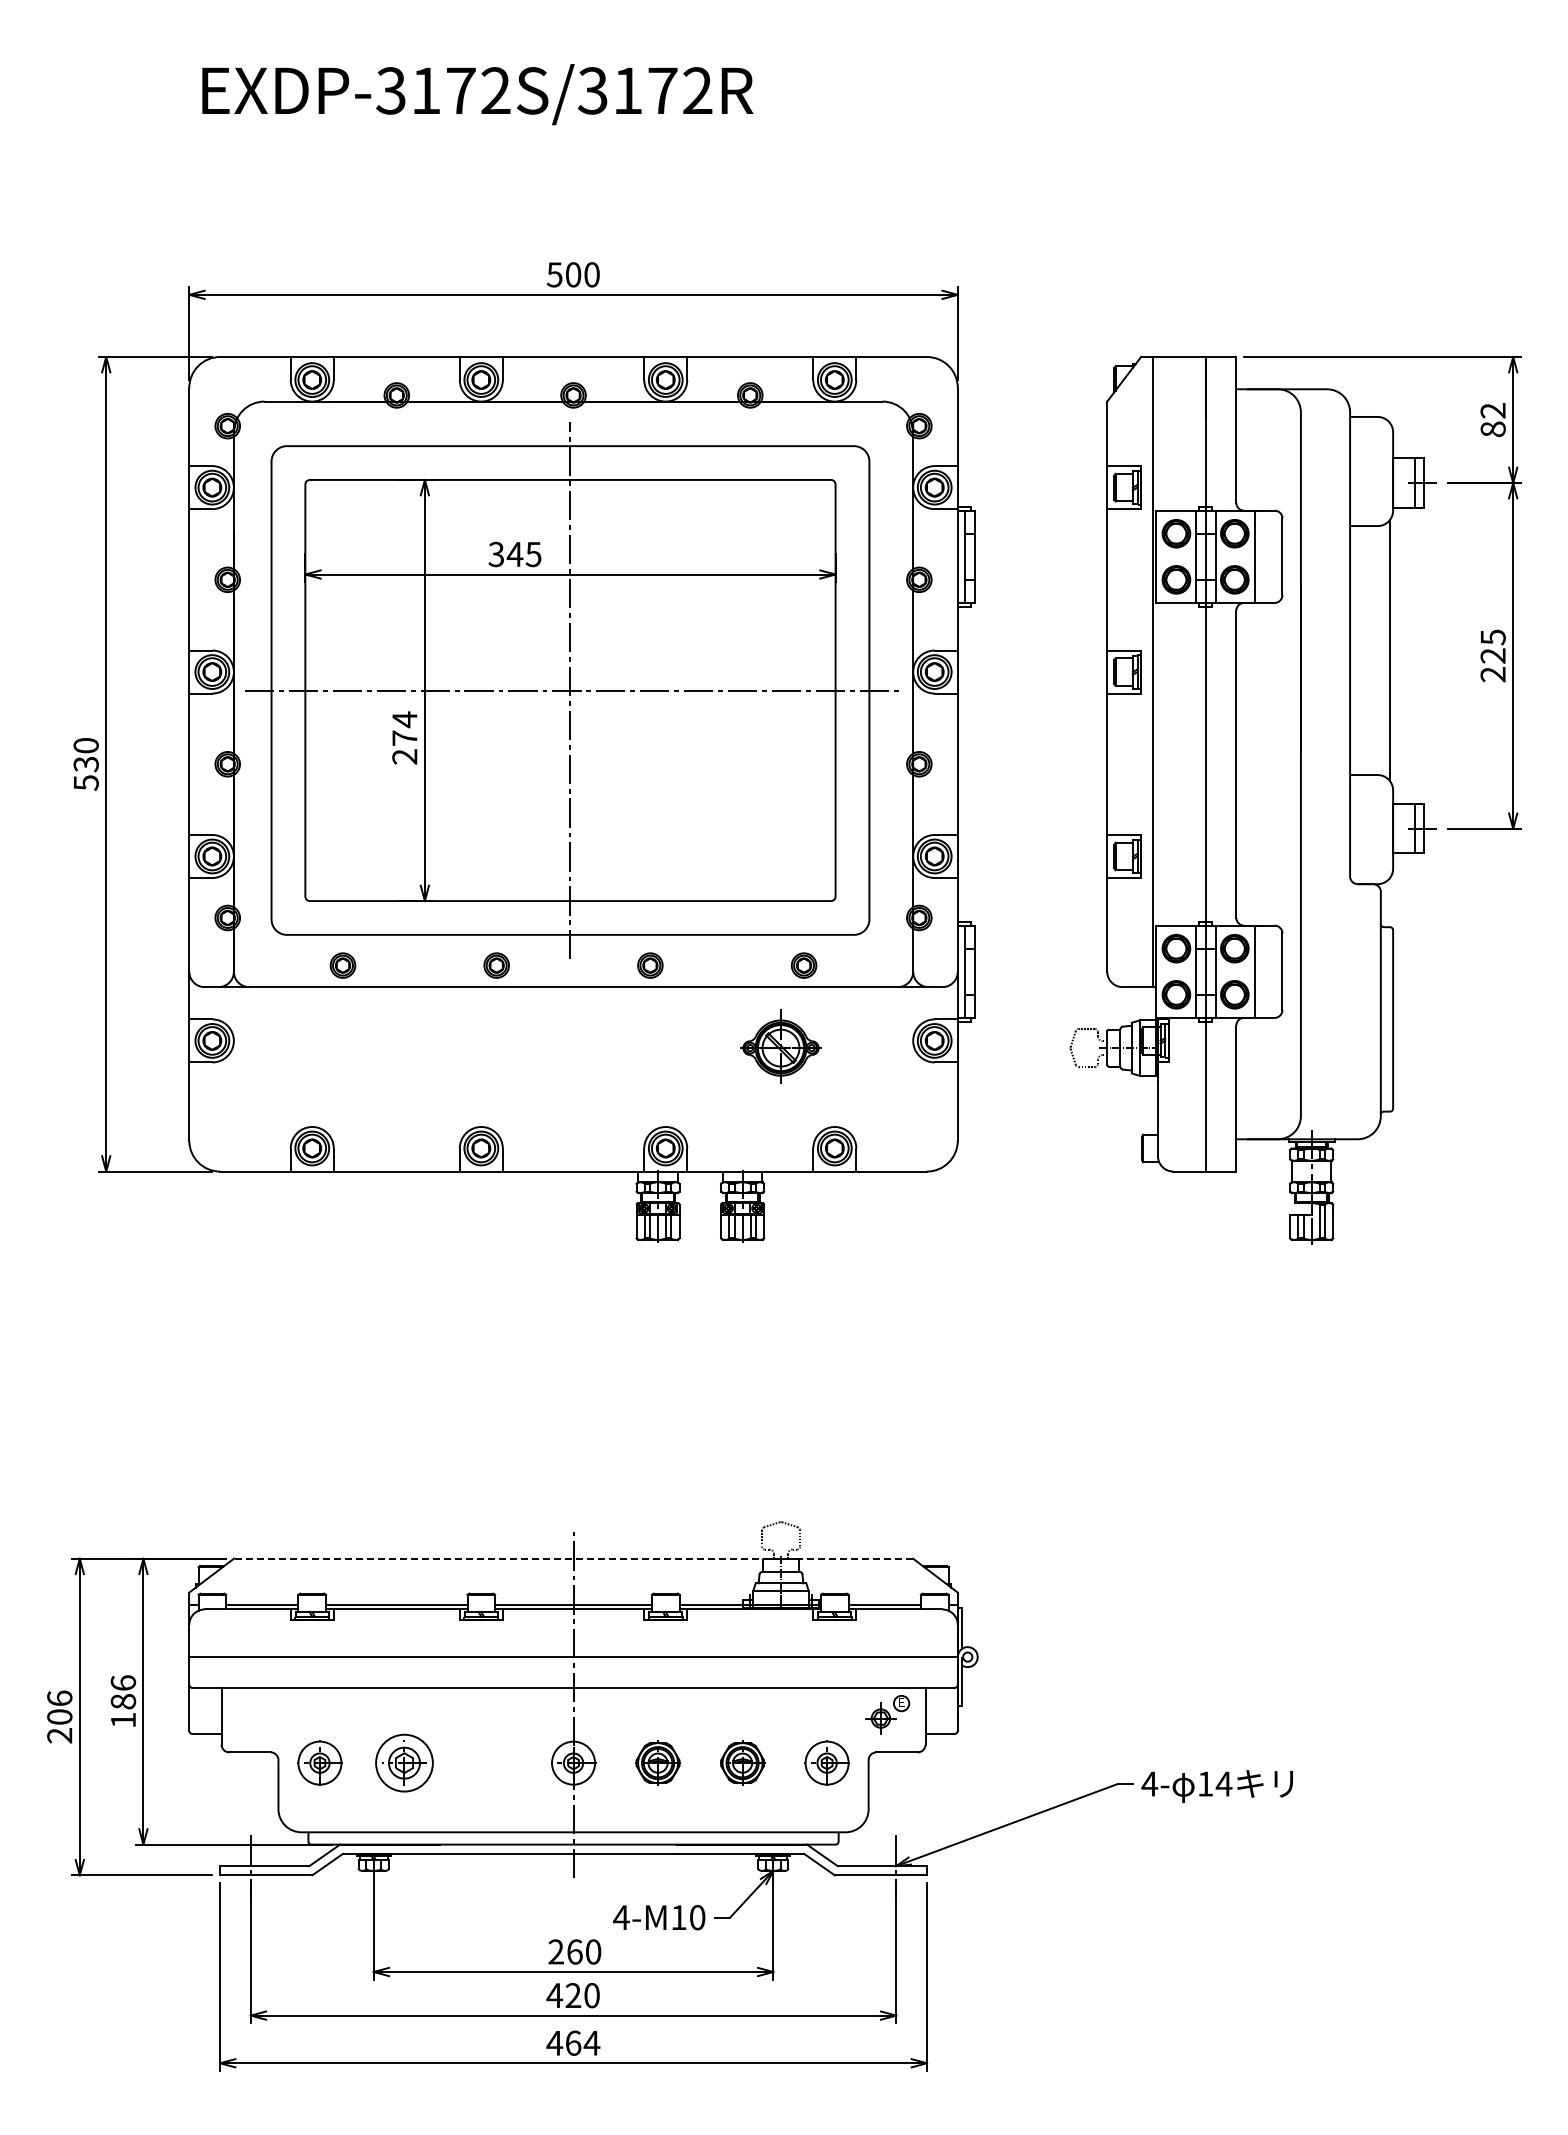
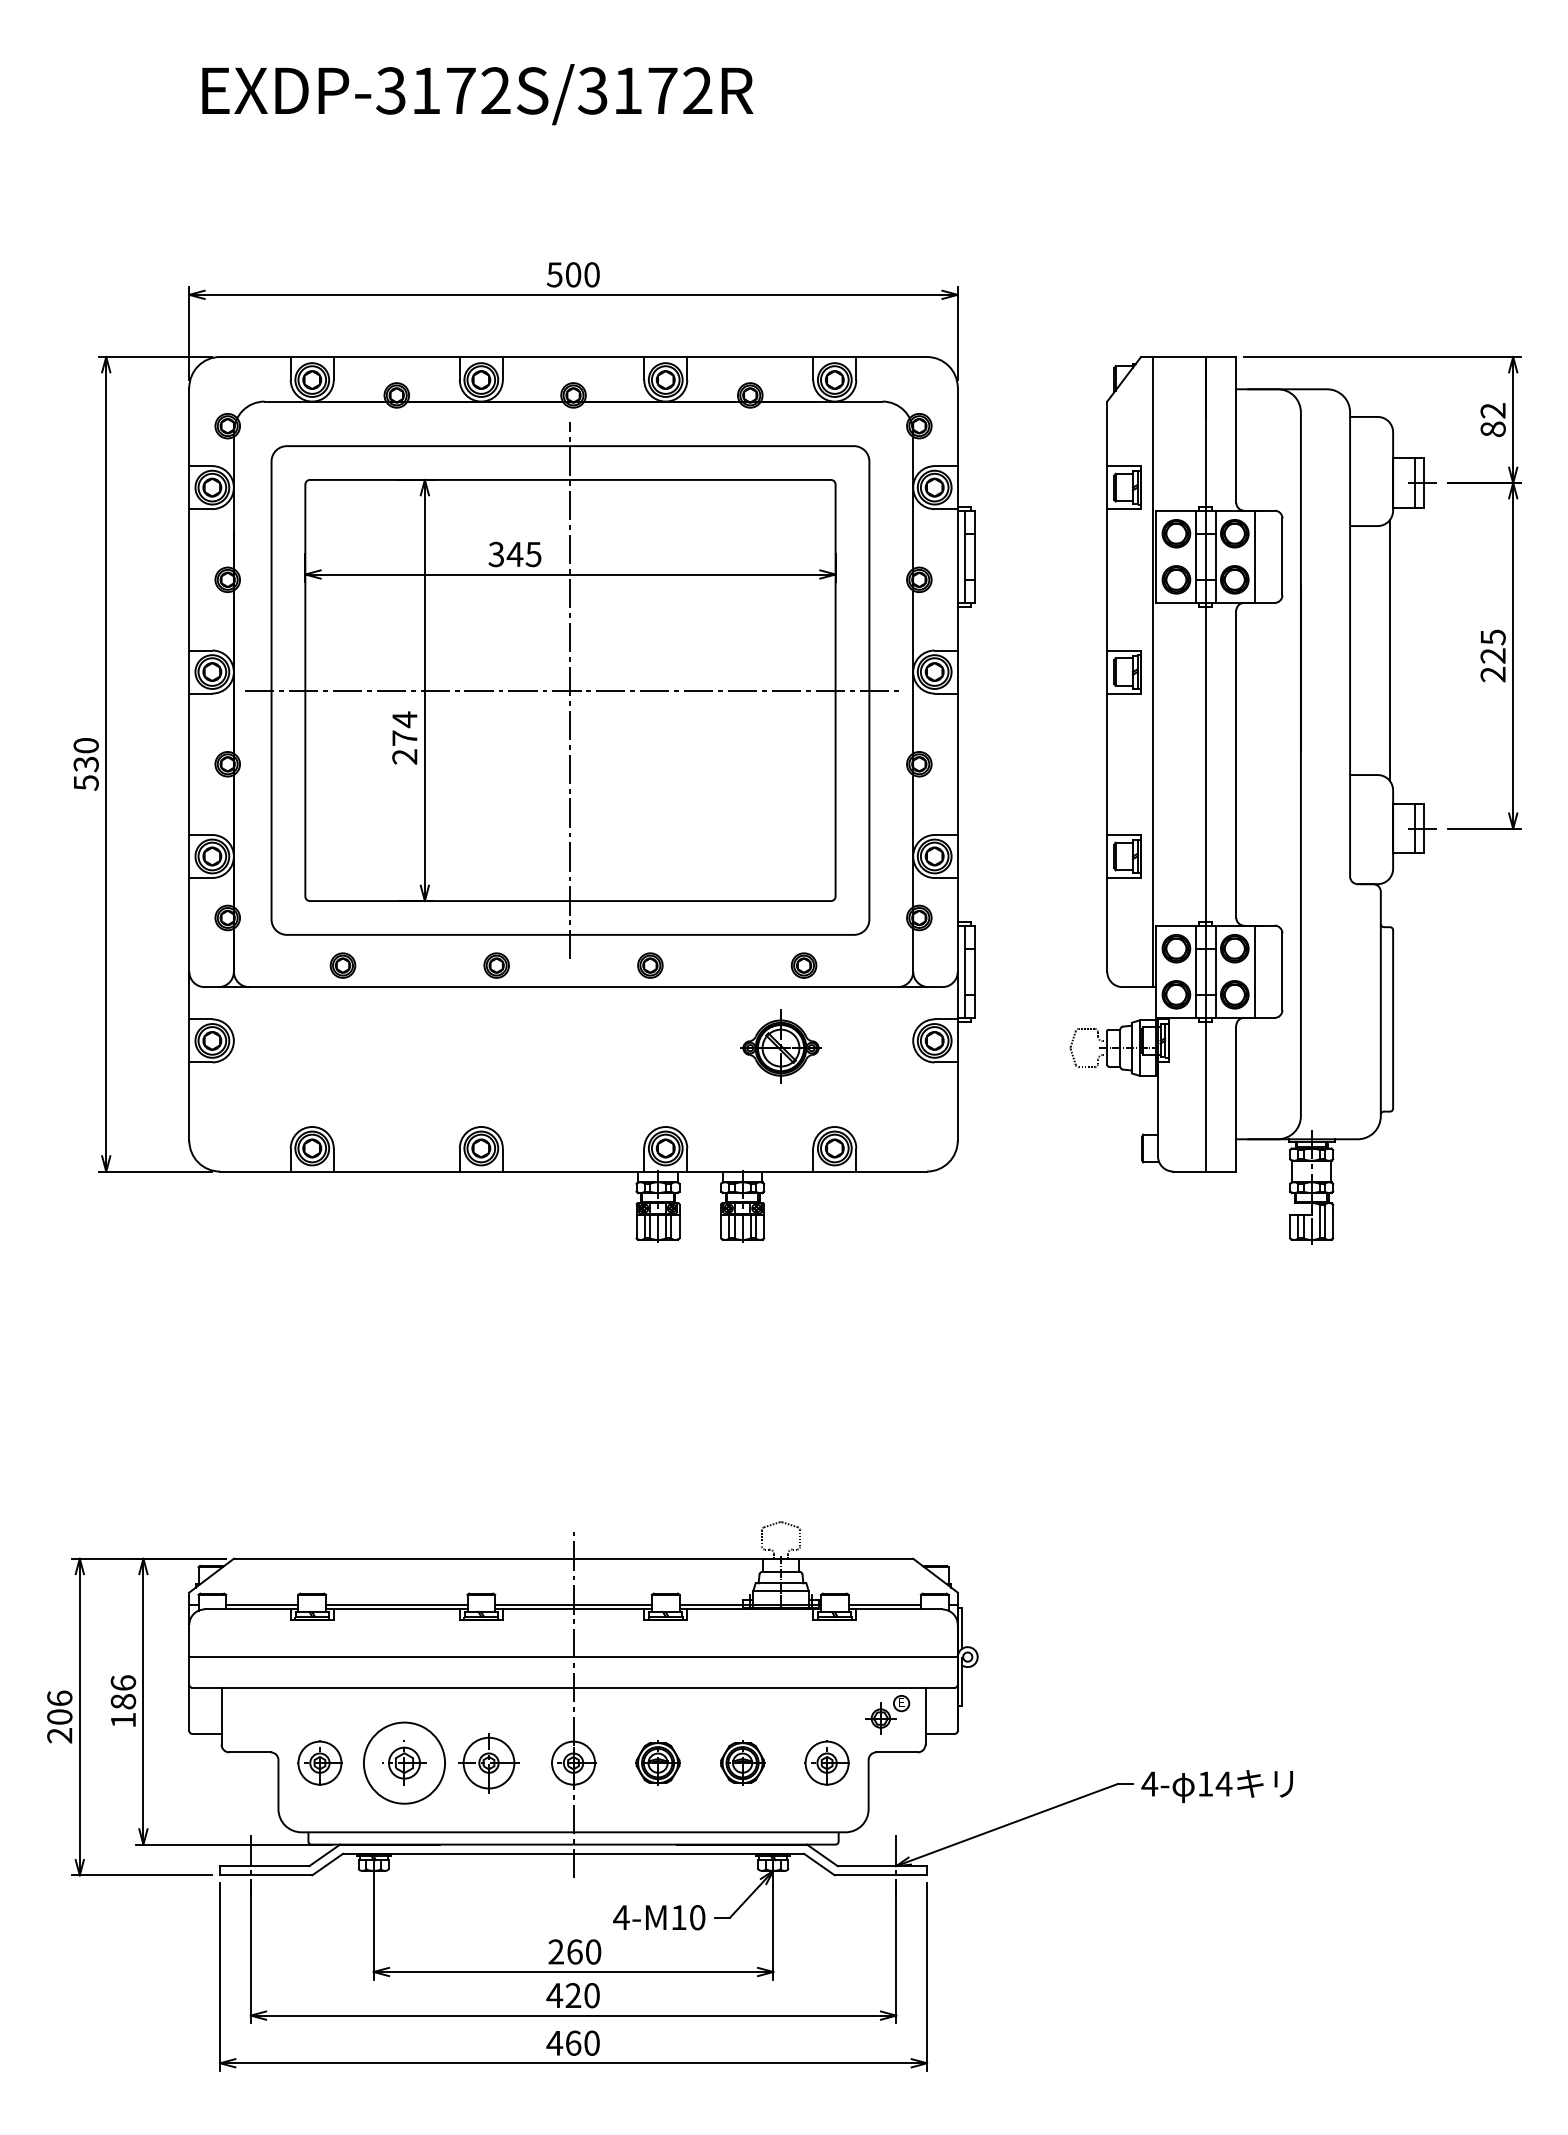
line at (573, 1558): dashed -> solid
circle at (404, 1762) diameter: 57 px -> 81 px
part at (488, 1763): none -> present
text at (591, 2042): 464 -> 460
